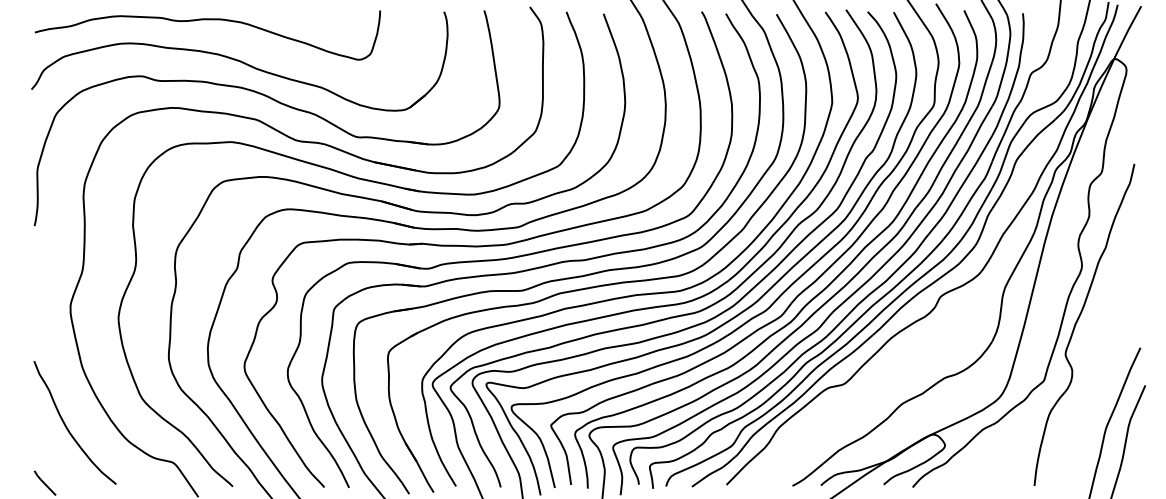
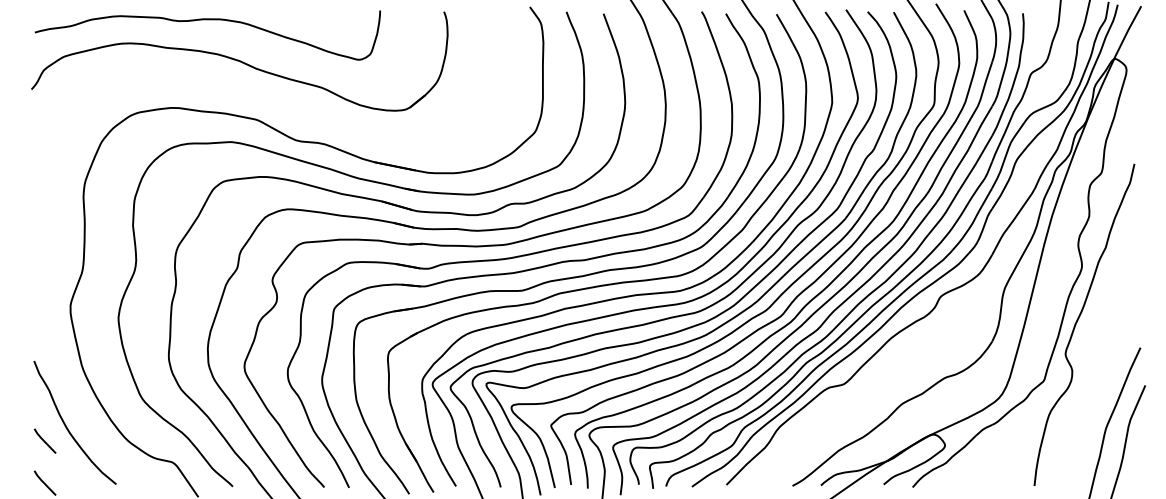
part at (274, 101): present -> none
line at (44, 440): none -> present
